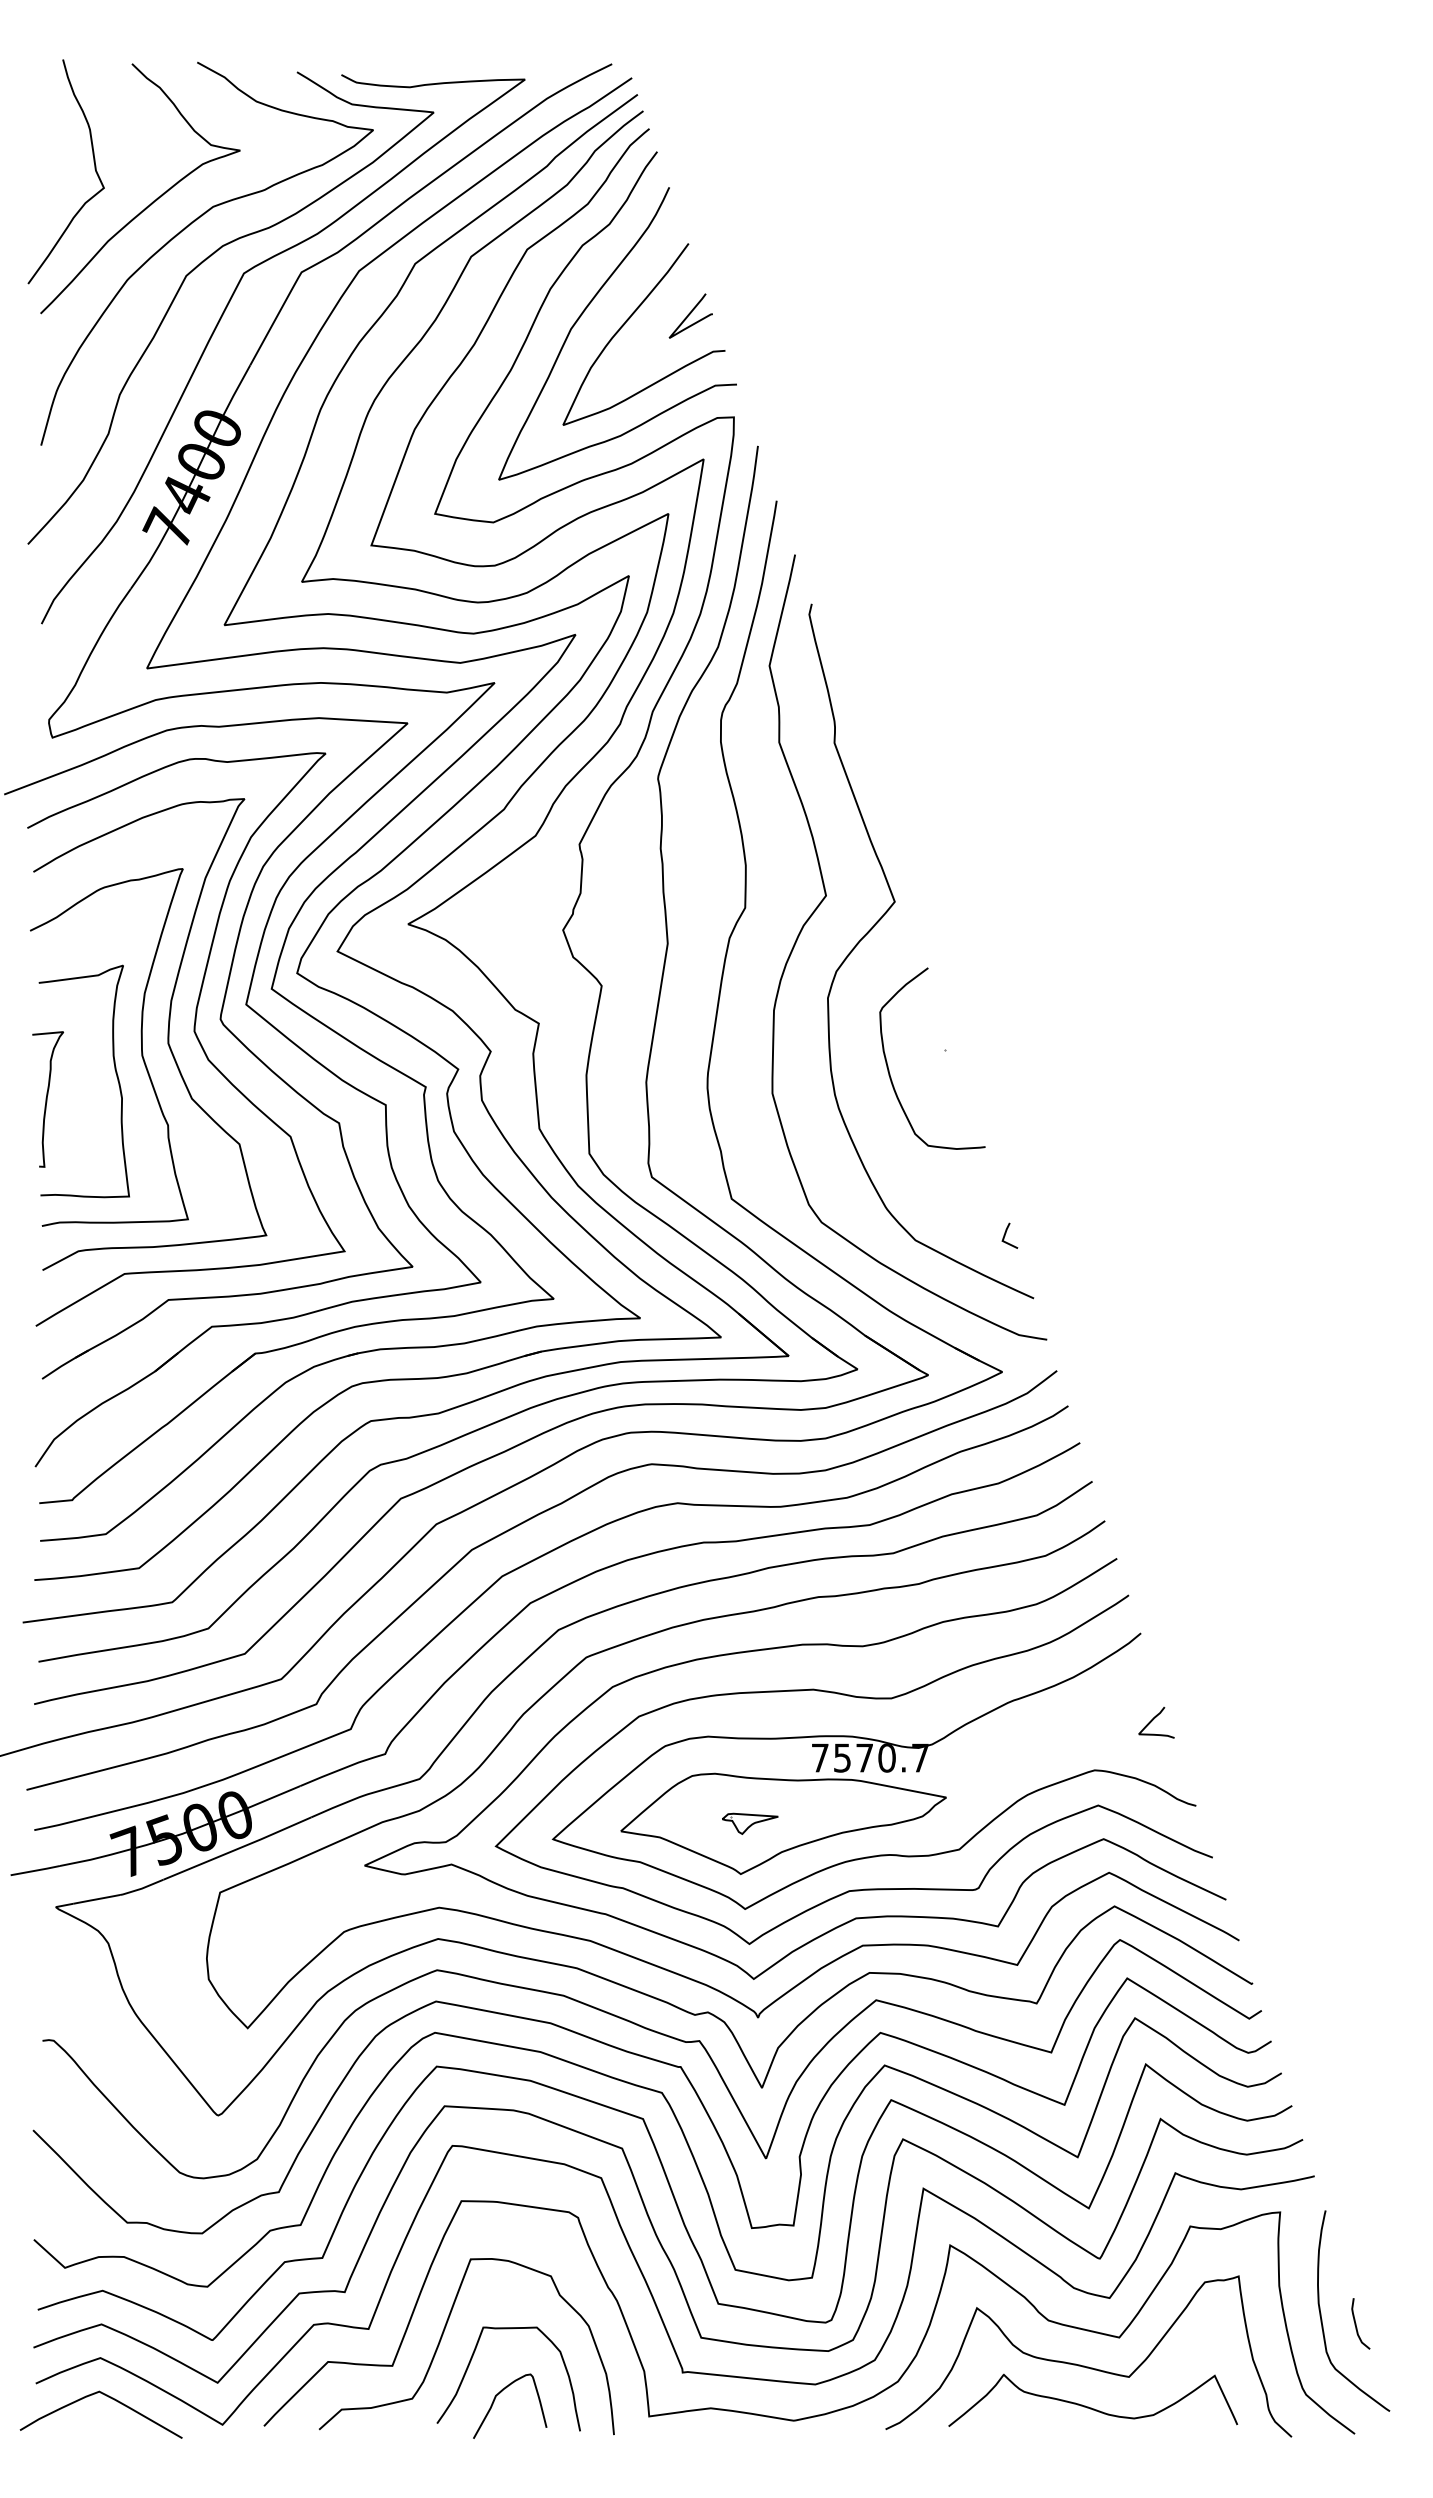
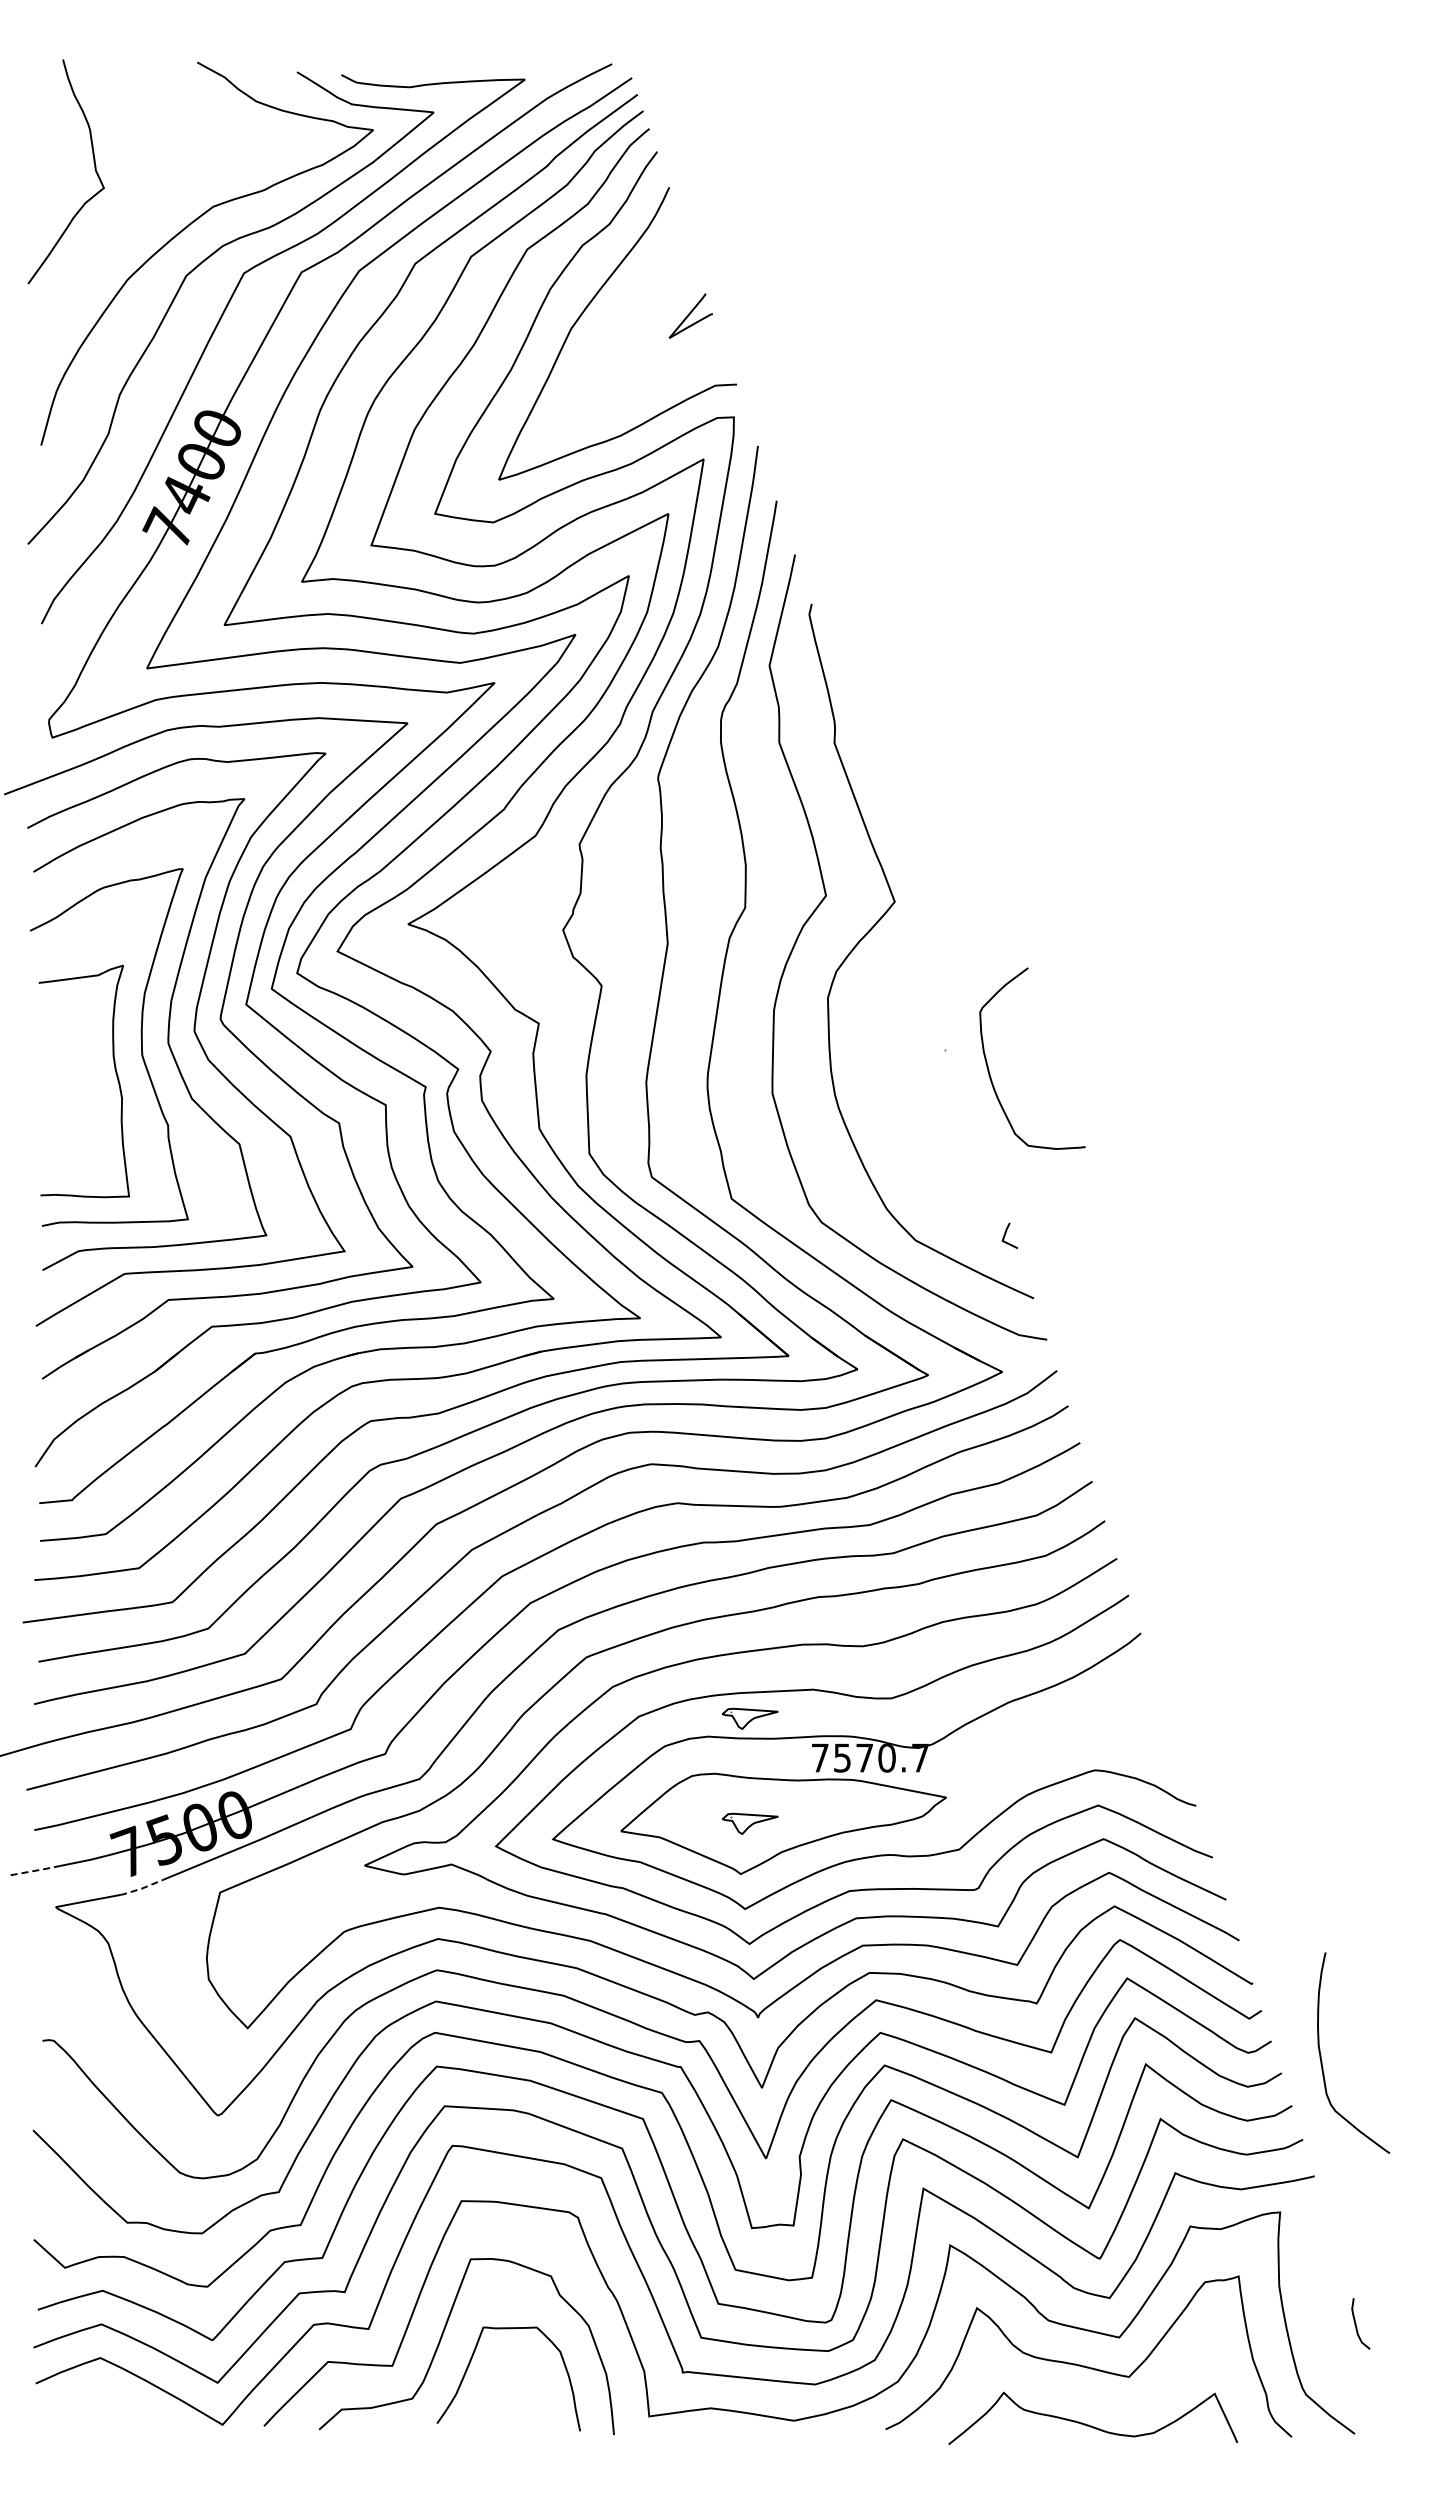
curve at (152, 201): present -> none
curve at (629, 319): present -> none
curve at (889, 1069) position: (889, 1069) -> (989, 1069)
curve at (47, 1099): present -> none
part at (750, 1718): none -> present
curve at (1154, 1719): present -> none
line at (36, 1870): solid -> dashed
line at (141, 1888): solid -> dashed
curve at (1321, 2312) position: (1321, 2312) -> (1321, 2054)
curve at (499, 2394): present -> none
curve at (108, 2397): present -> none
curve at (1091, 2407) position: (1091, 2407) -> (1091, 2425)
